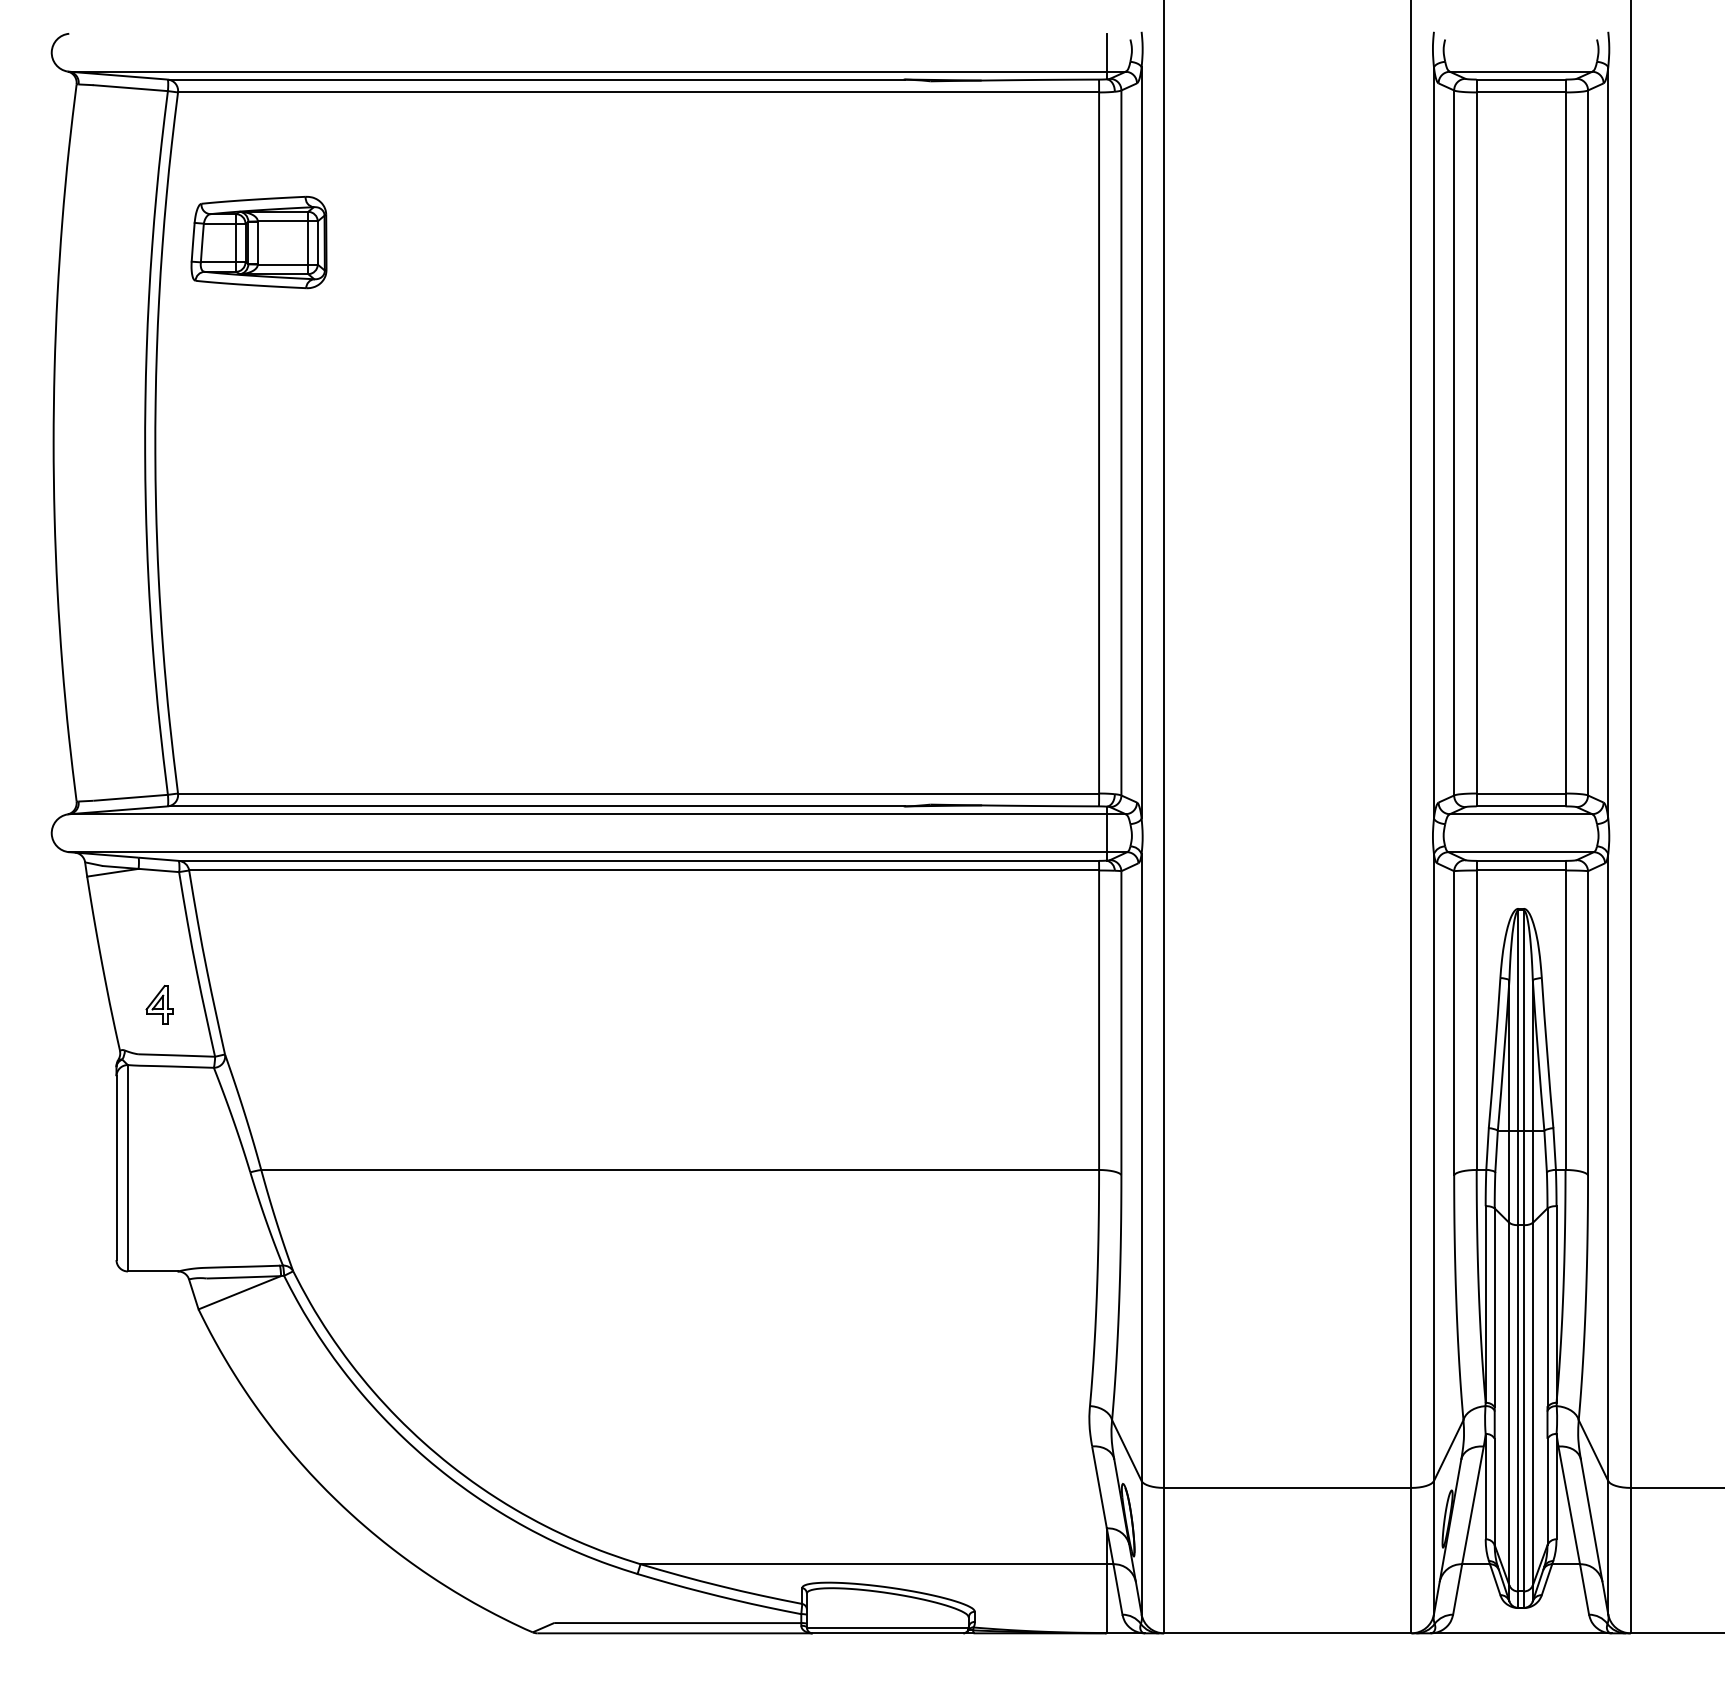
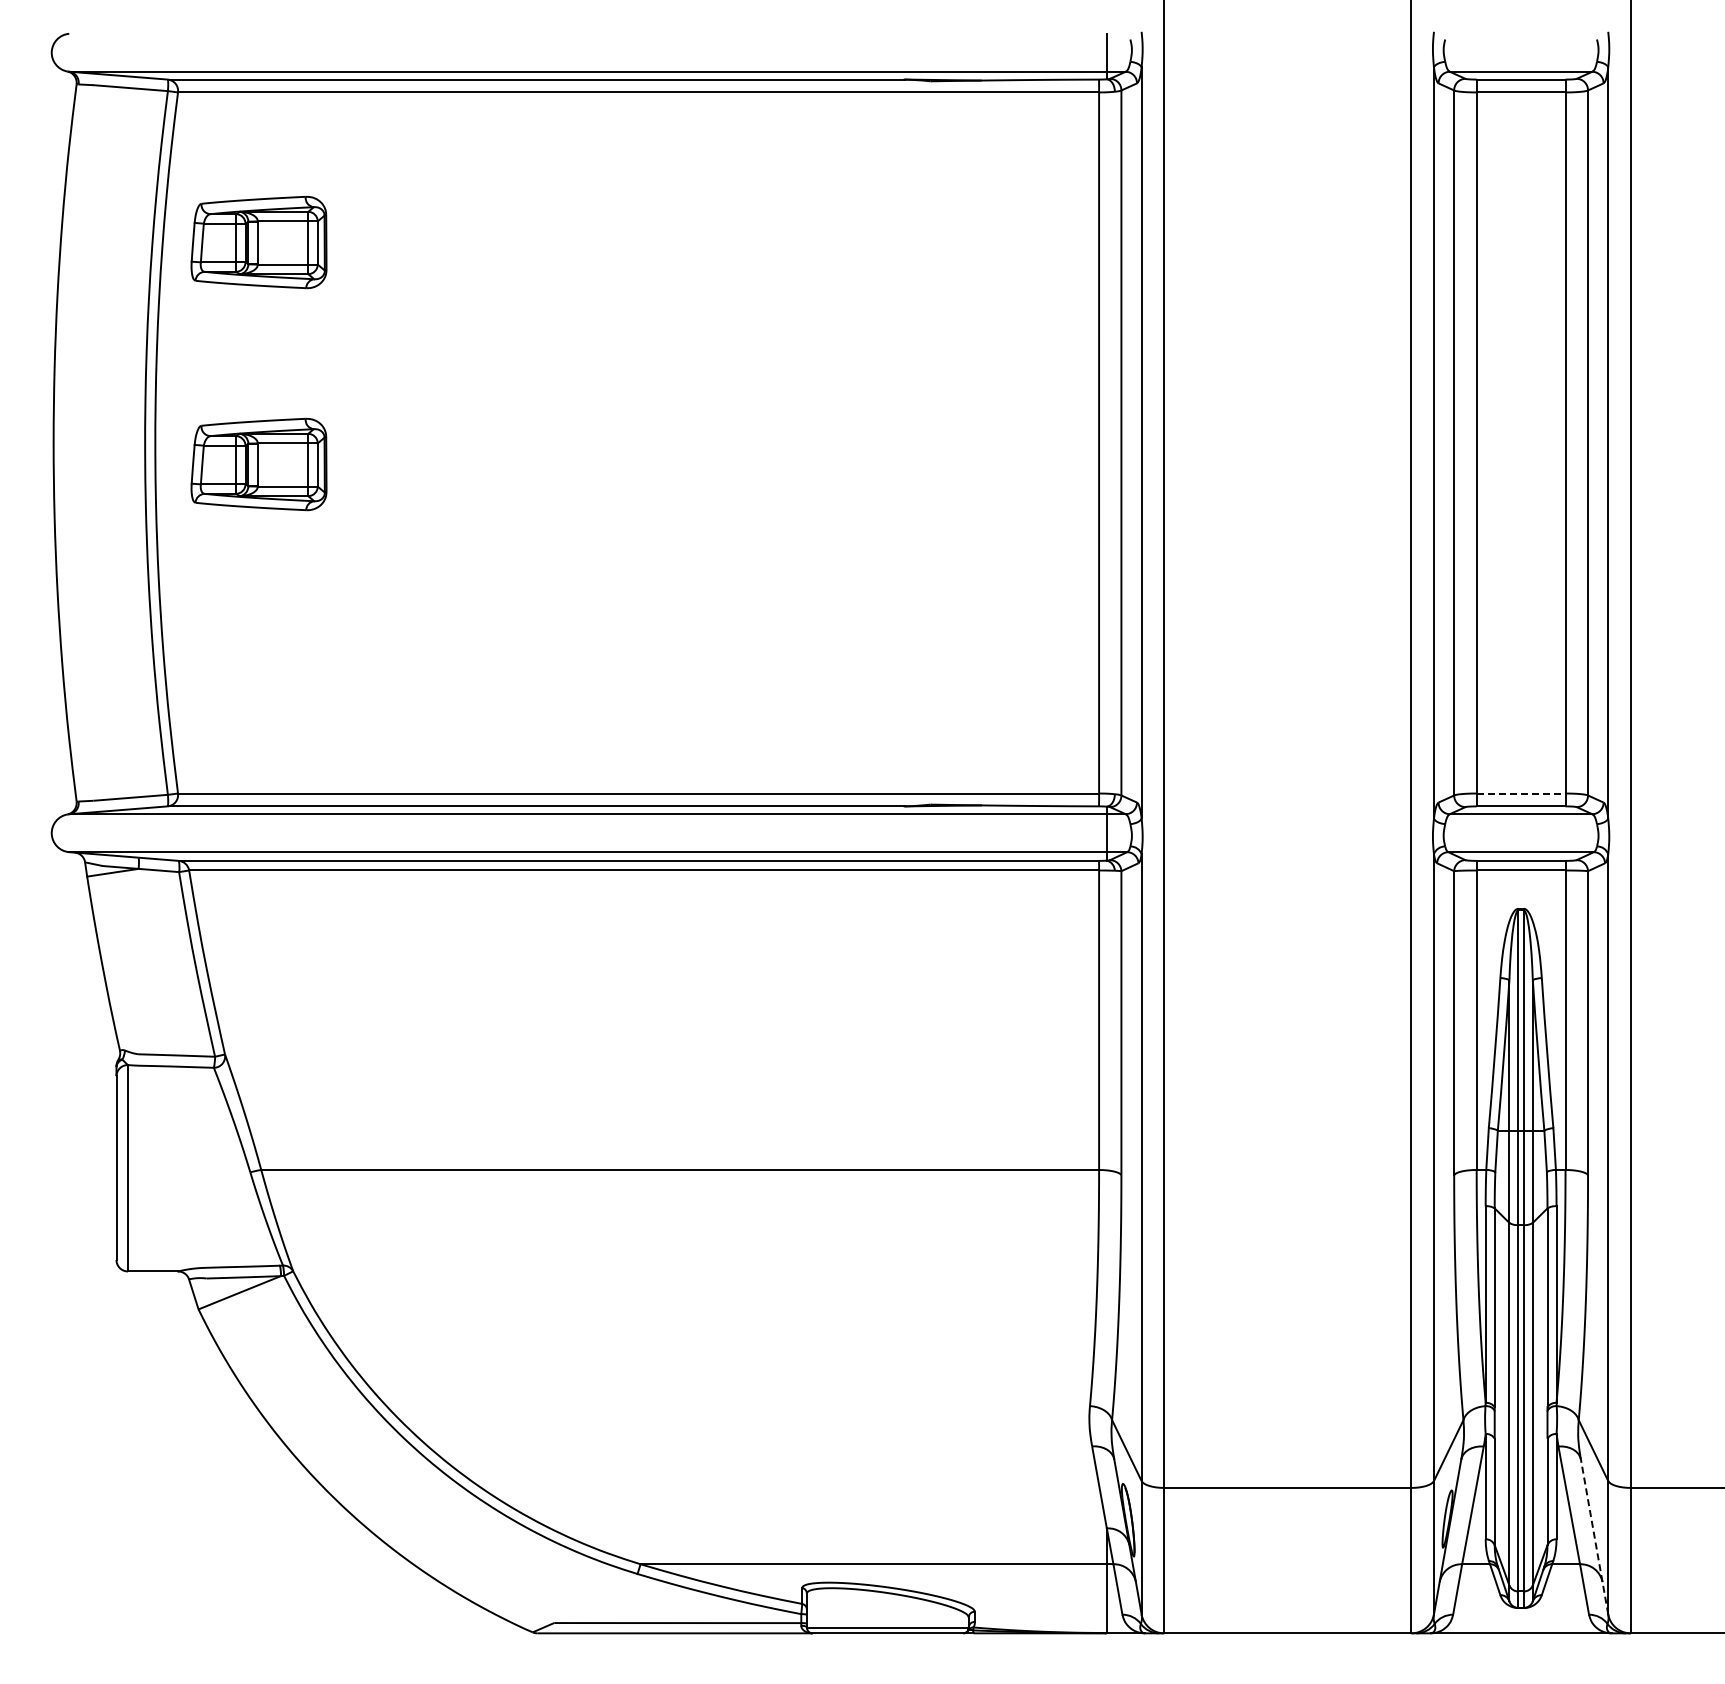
part at (258, 464): none -> present
line at (1521, 793): solid -> dashed
part at (159, 1004): present -> none
line at (1594, 1537): solid -> dashed
